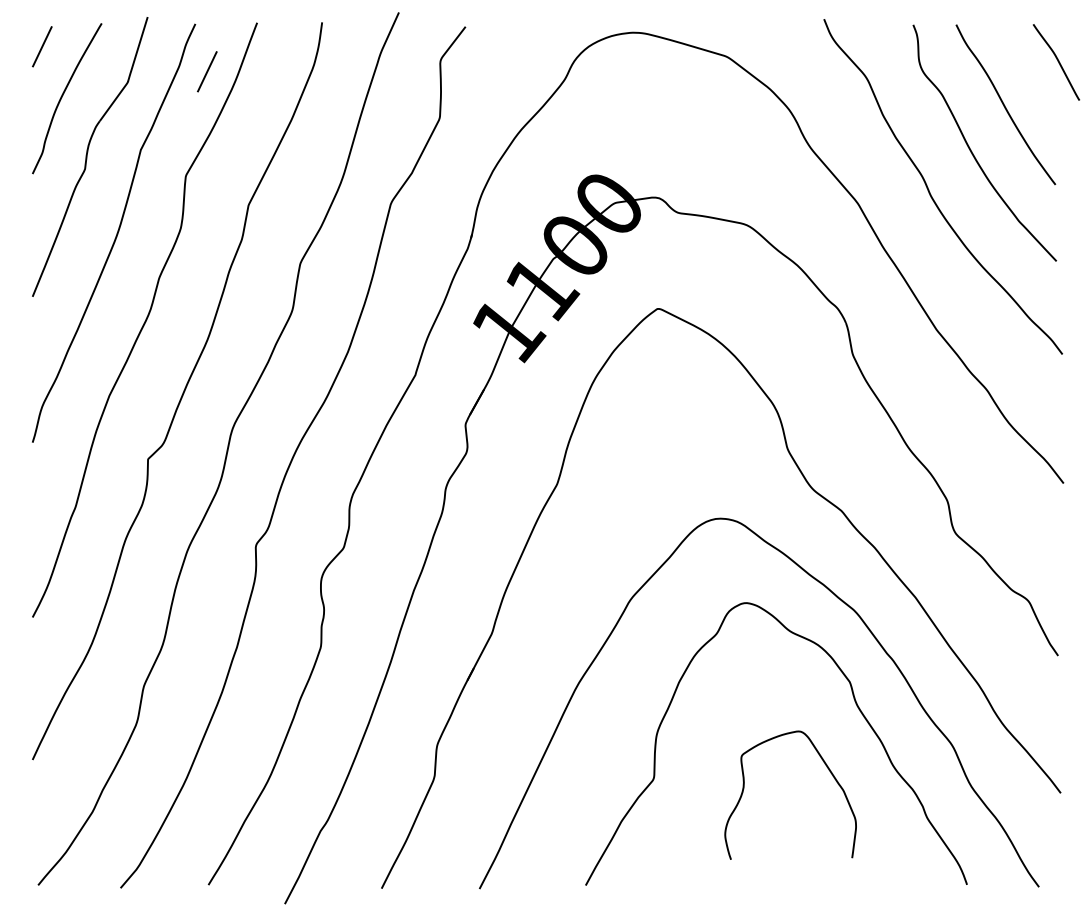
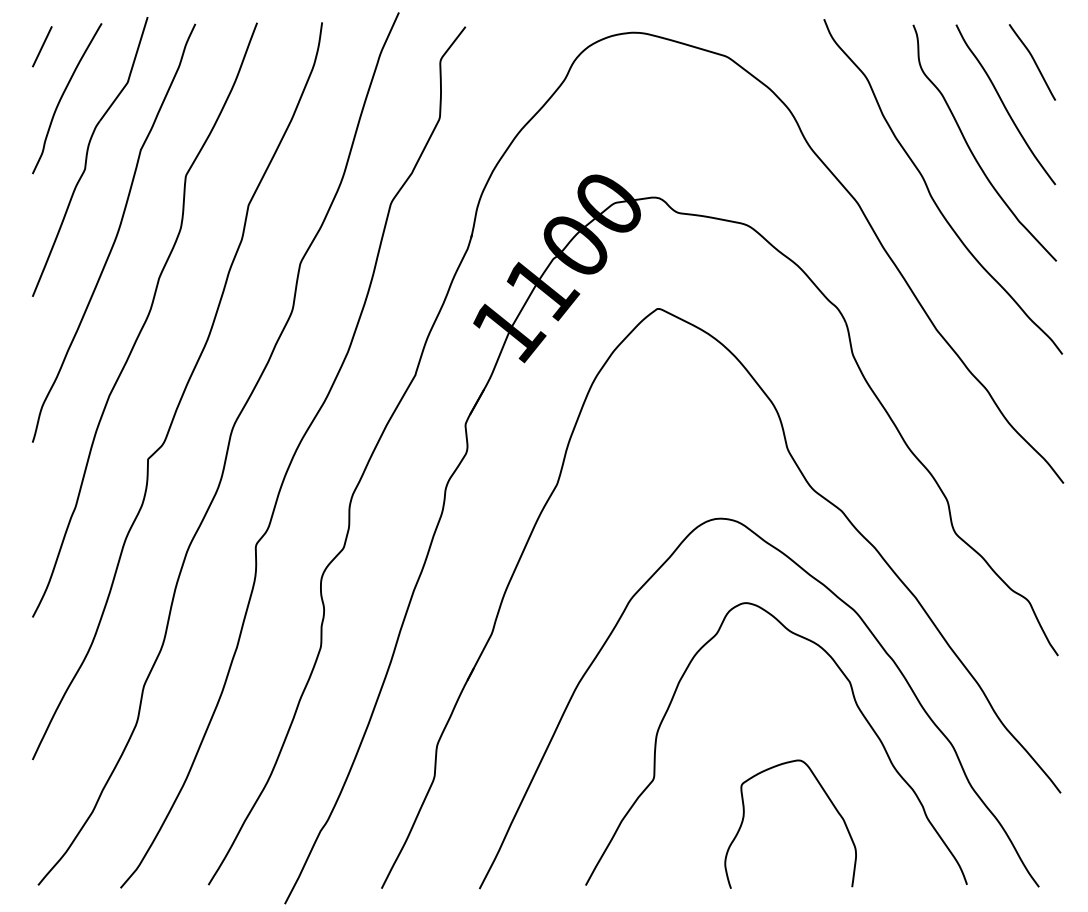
curve at (1057, 61) position: (1057, 61) -> (1033, 61)
line at (207, 71): present -> none
curve at (828, 770) position: (828, 770) -> (828, 799)
